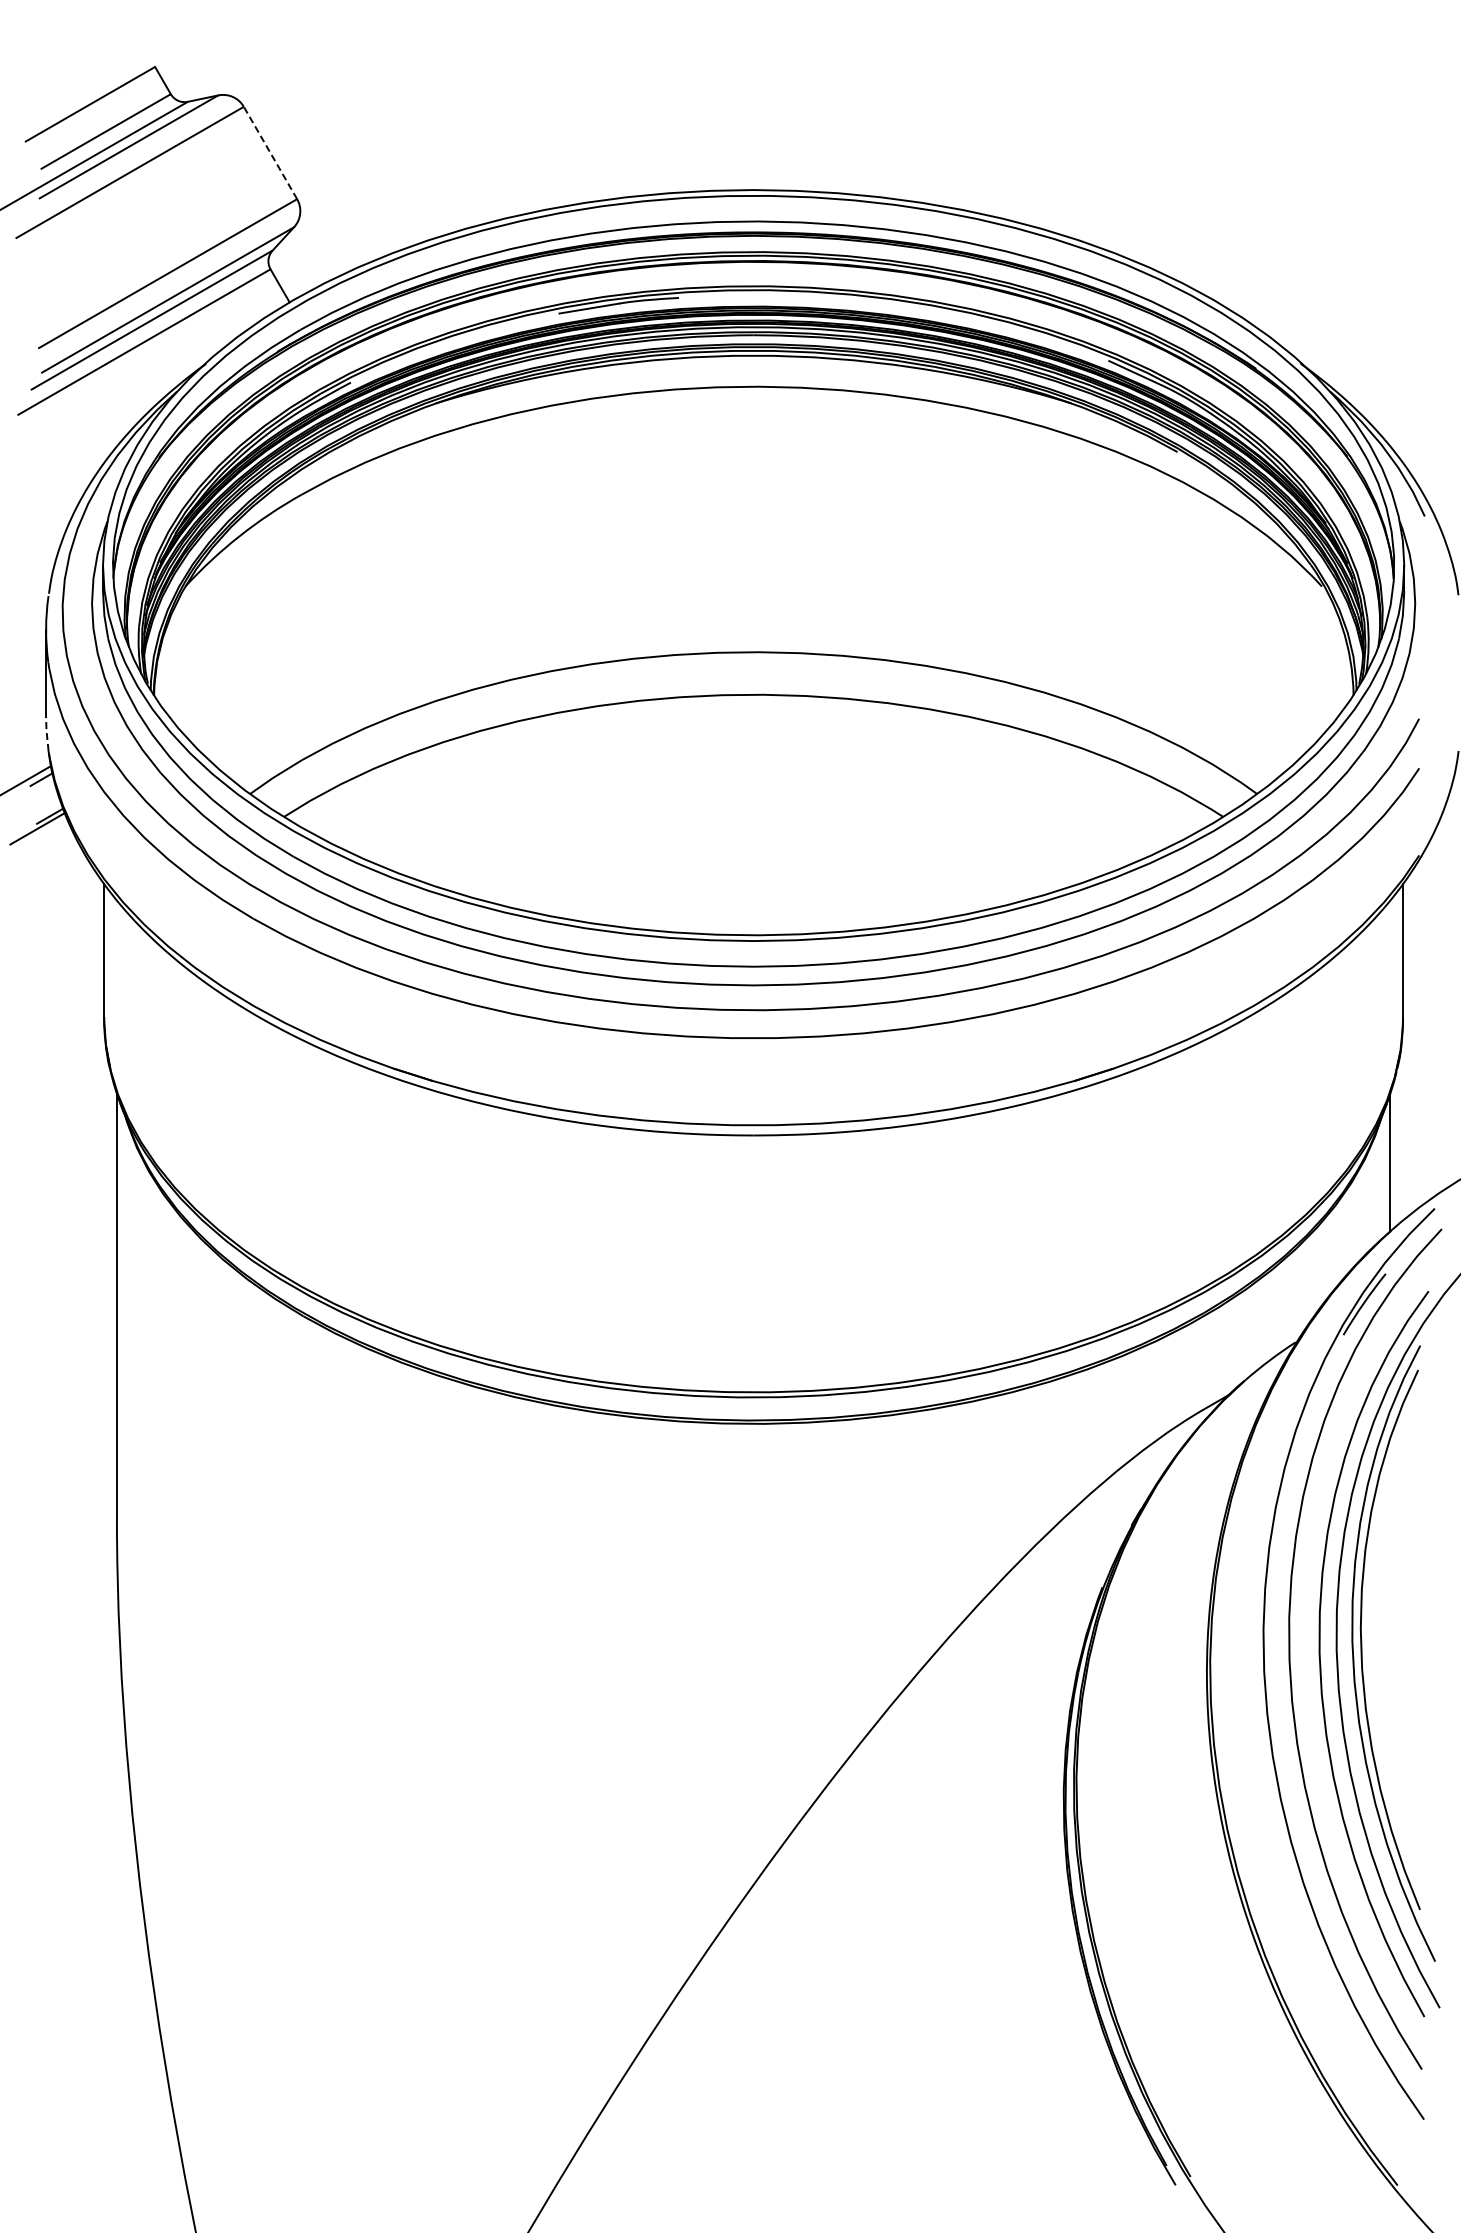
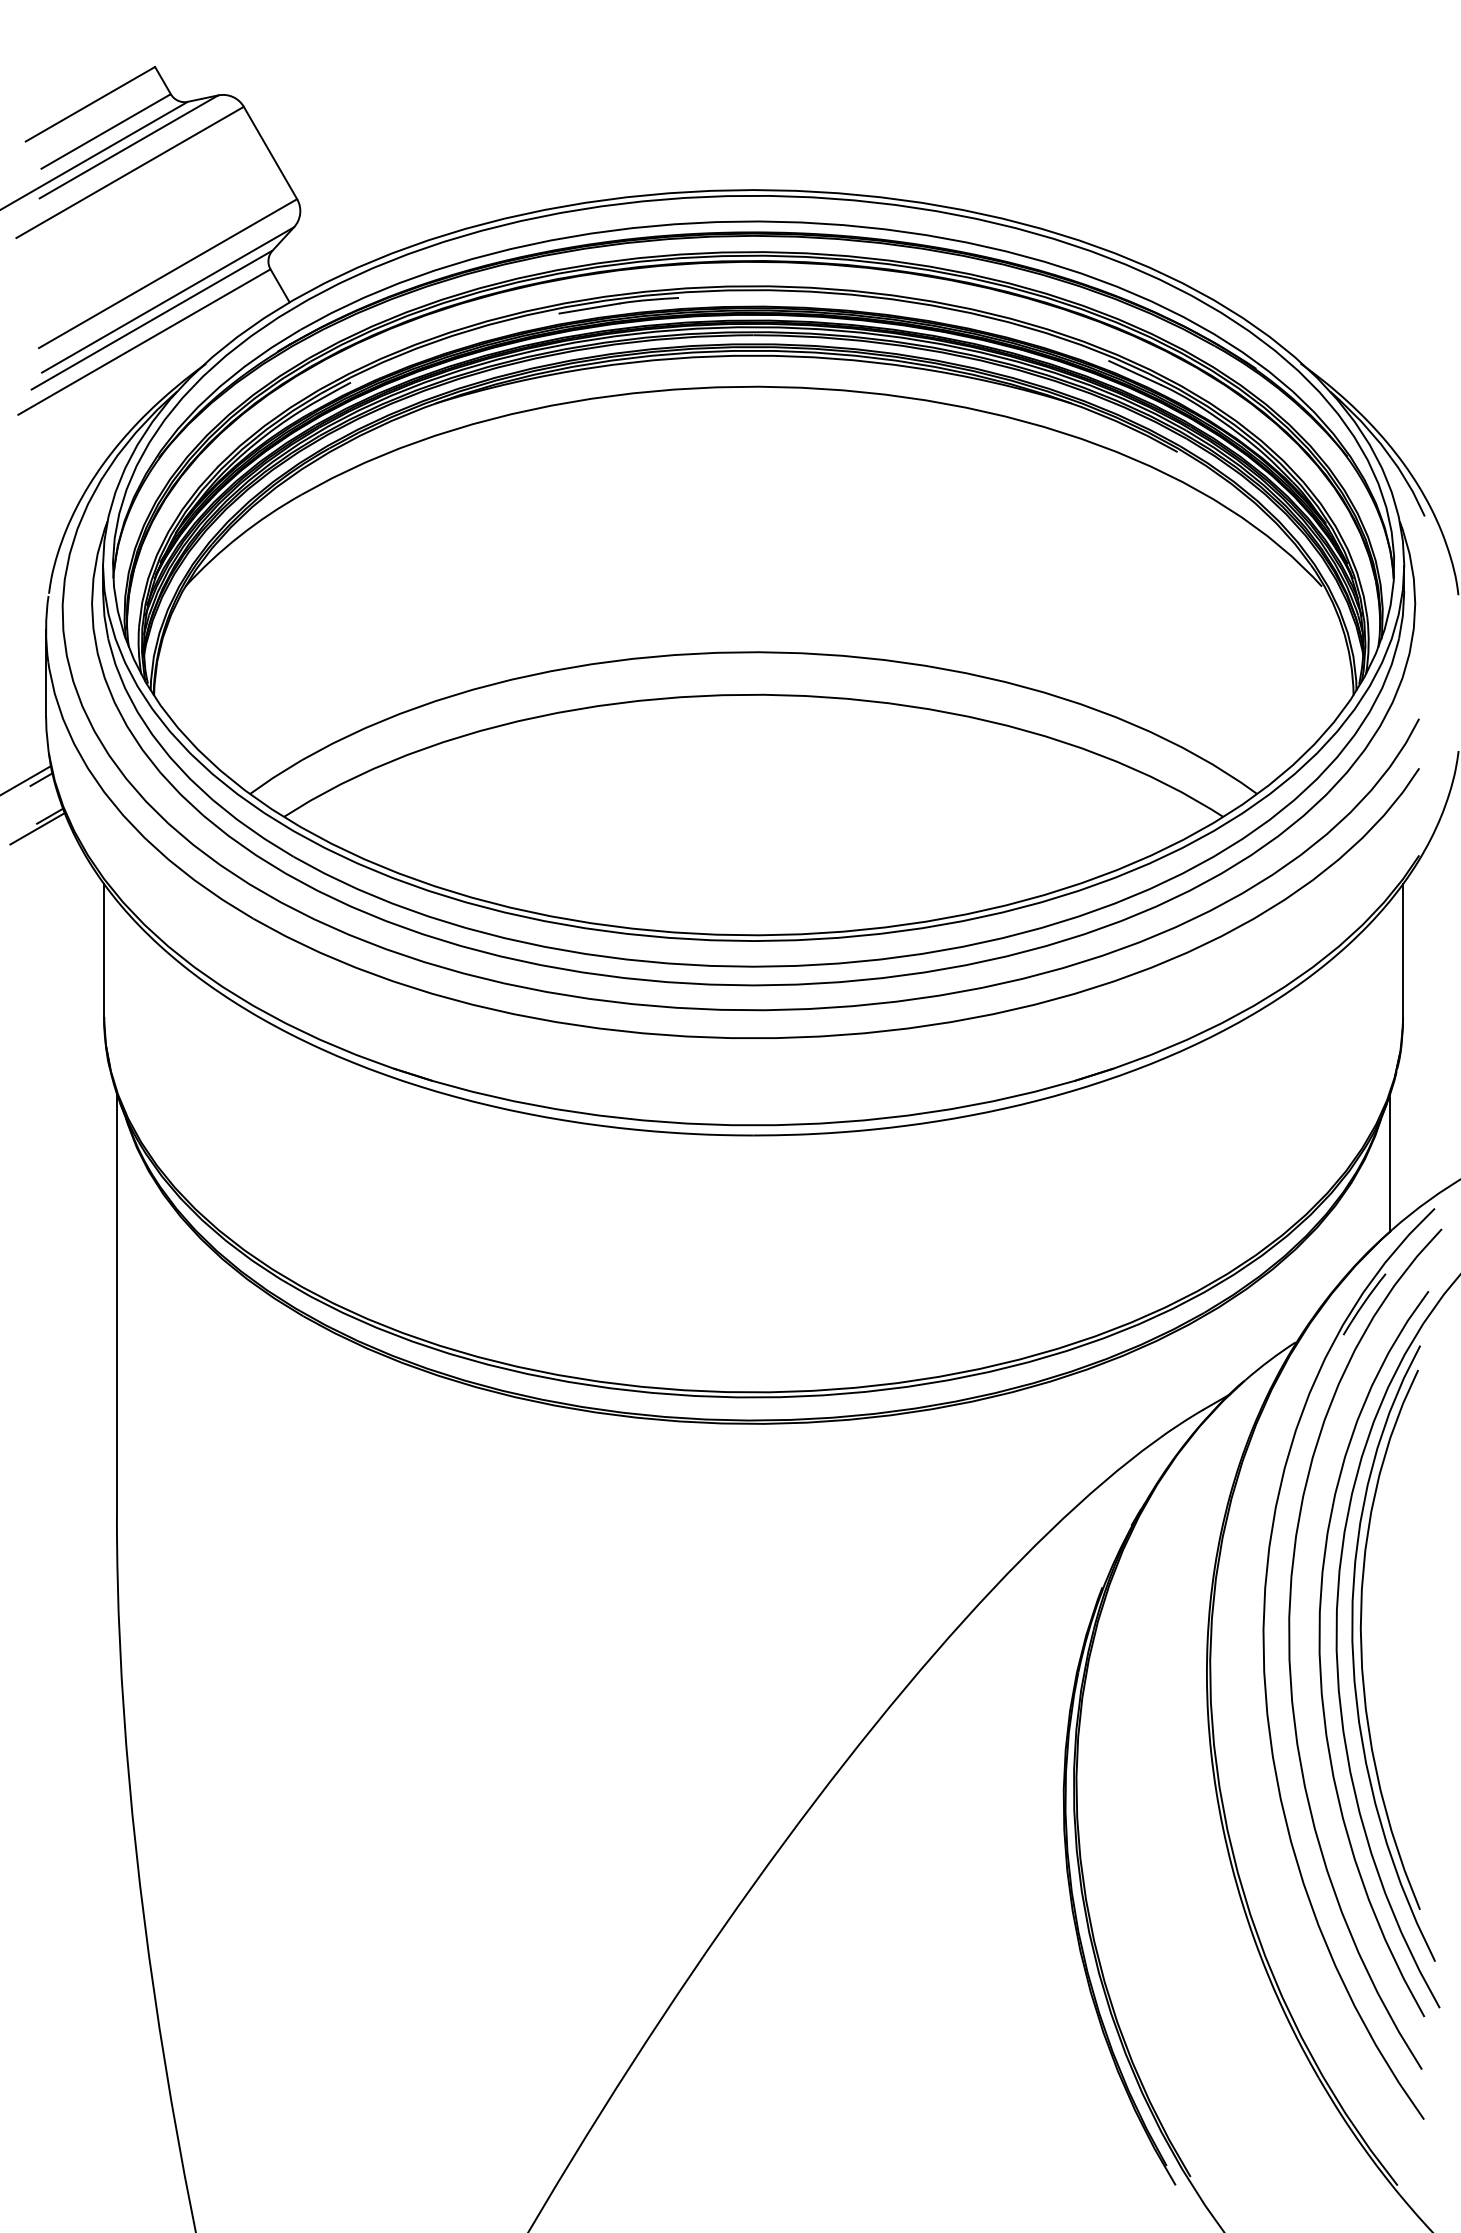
line at (270, 152): dashed -> solid
line at (46, 733): dashed -> solid
